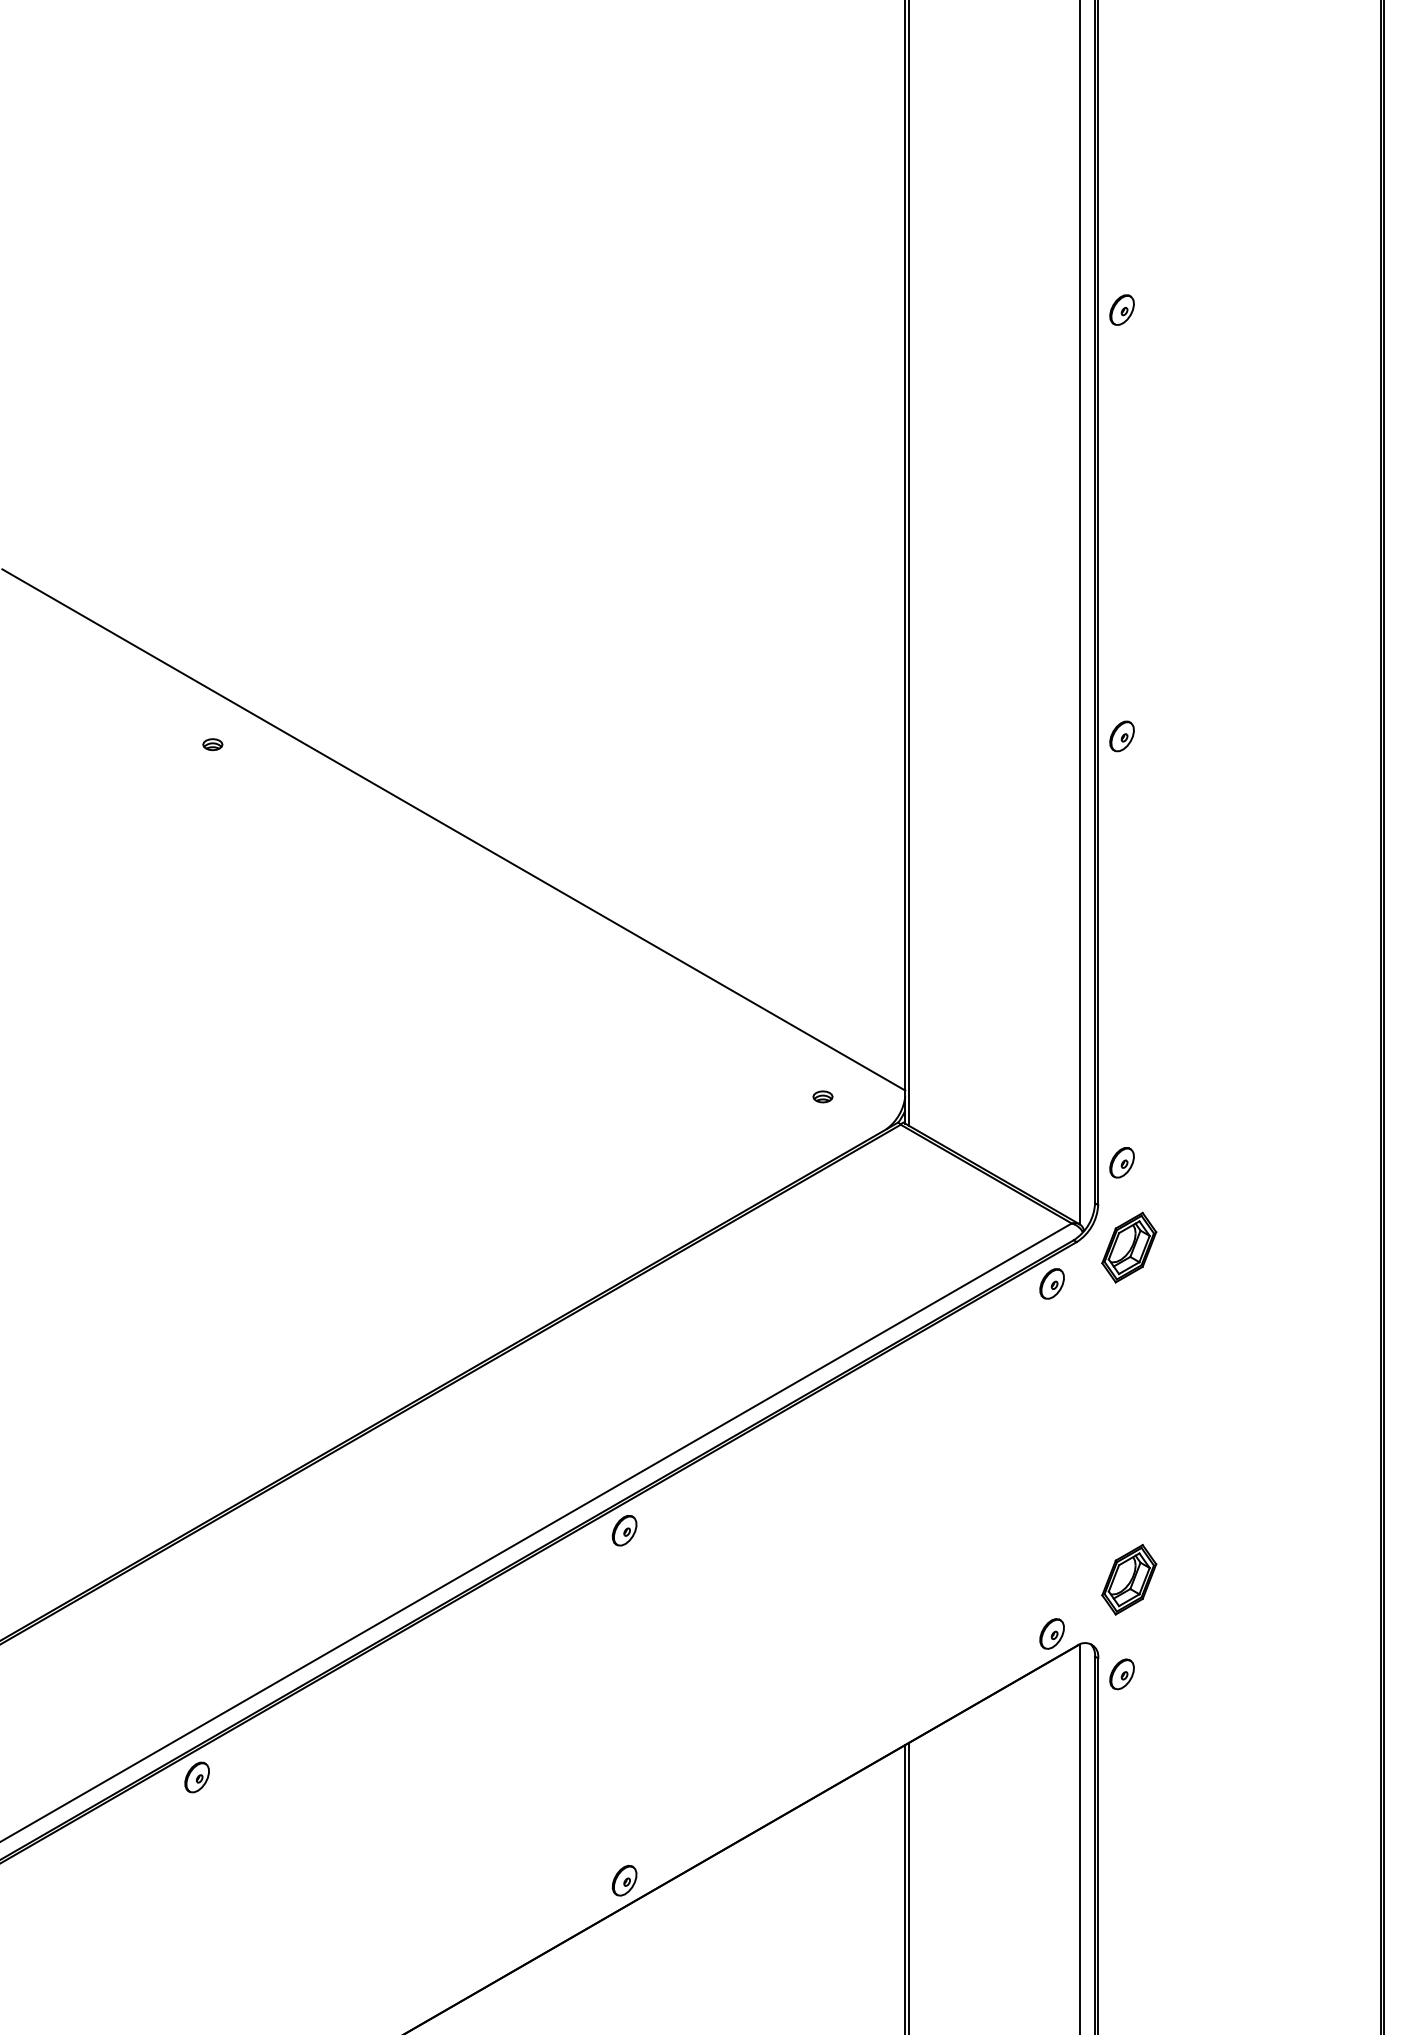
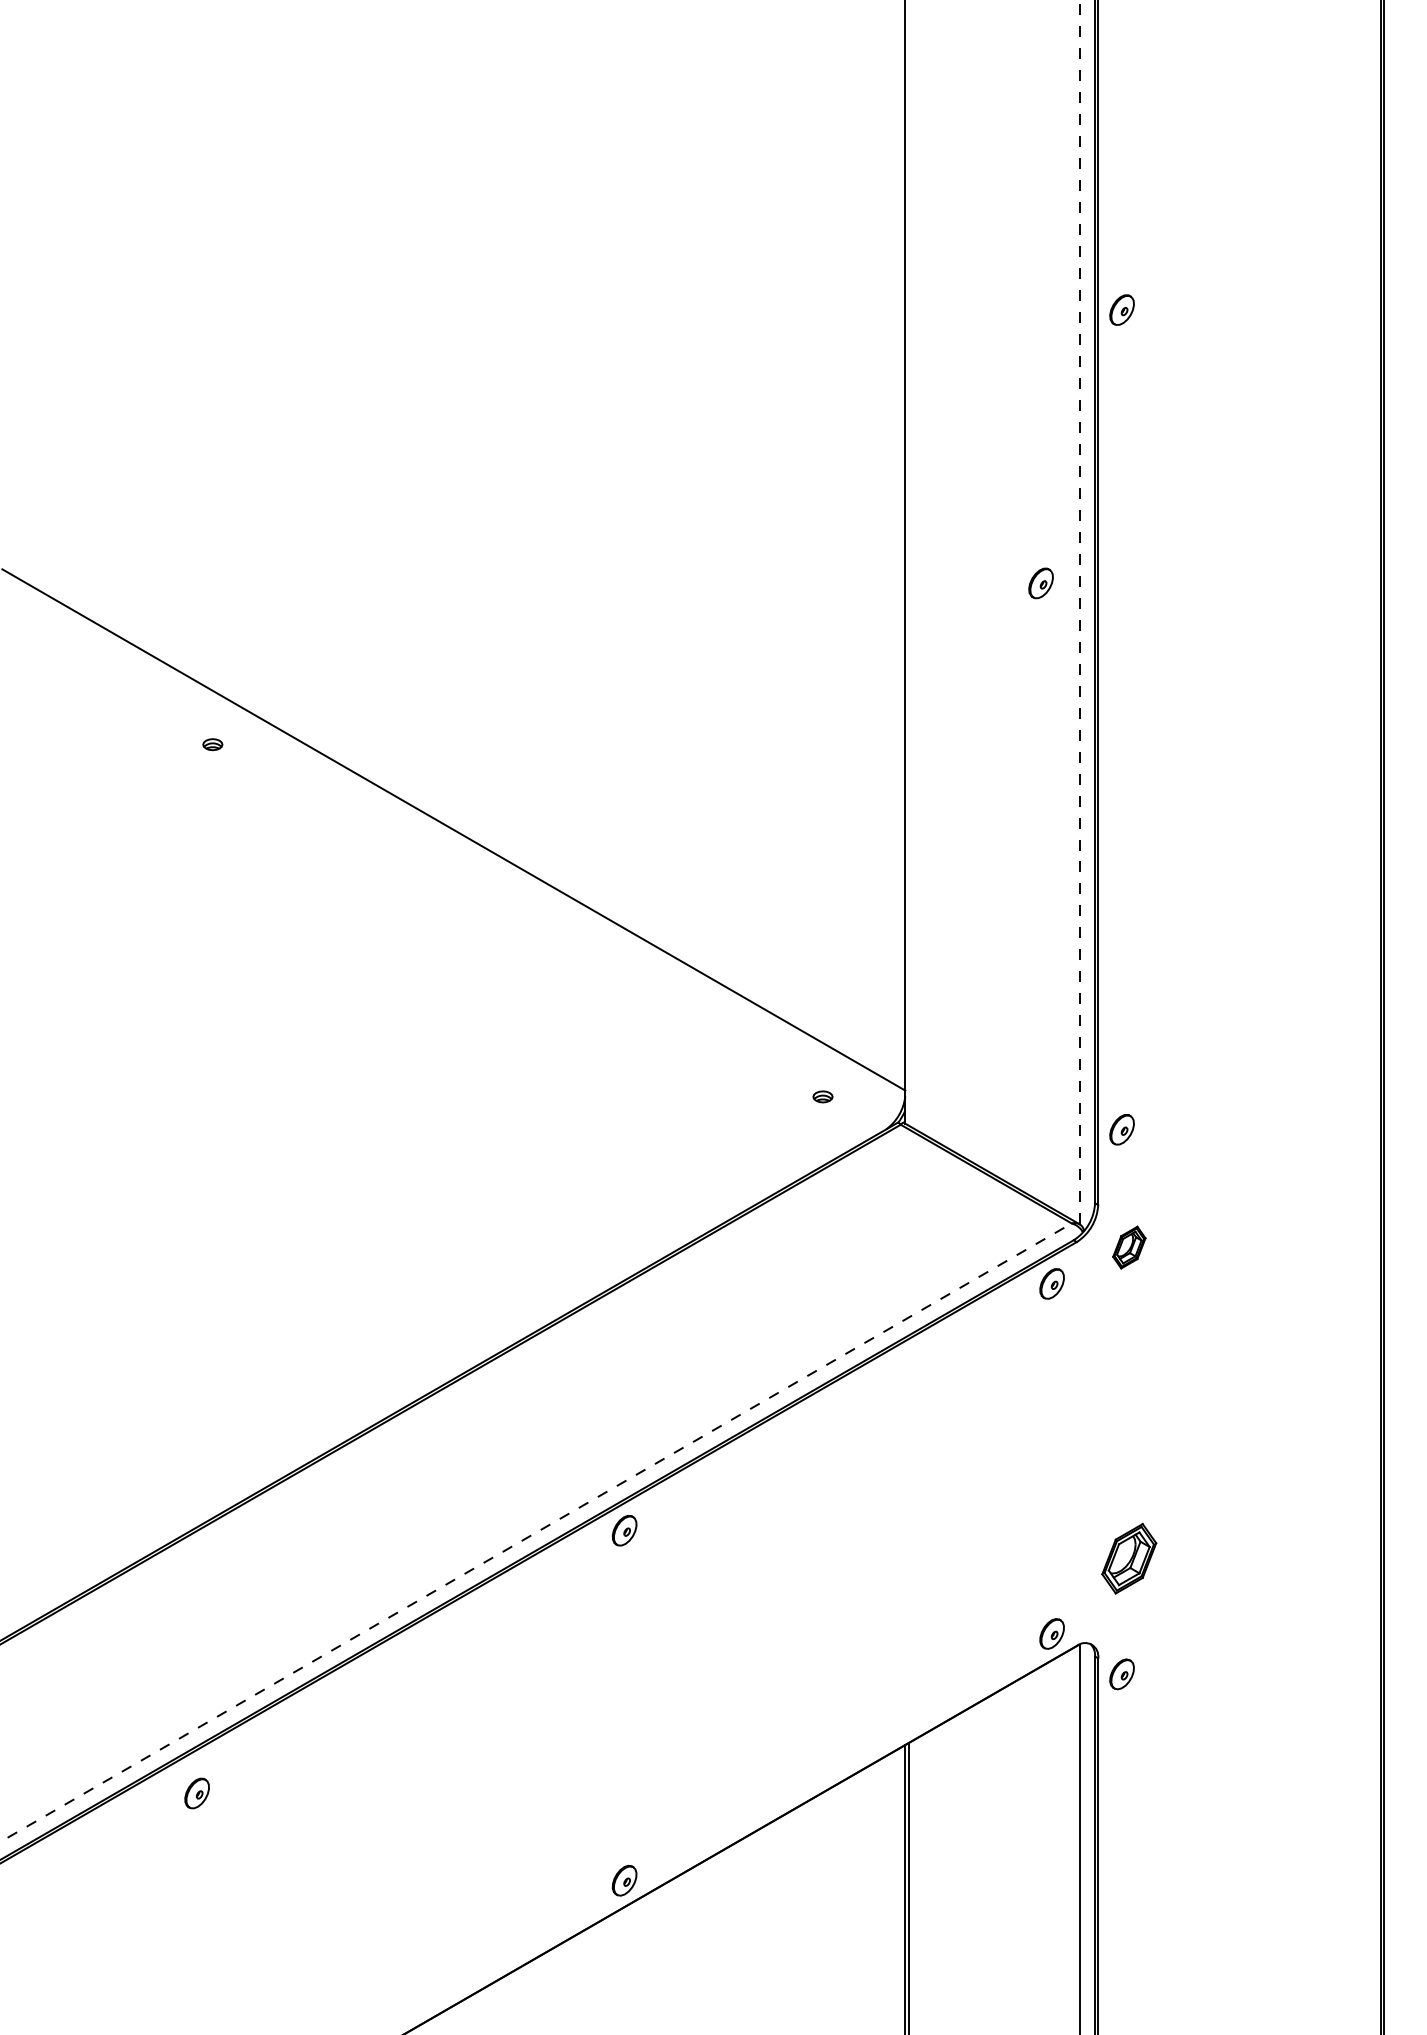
line at (908, 563): present -> none
line at (1079, 612): solid -> dashed
part at (1121, 736) position: (1121, 736) -> (1040, 583)
part at (1121, 1162) position: (1121, 1162) -> (1121, 1129)
part at (1129, 1247) size: 57x73 px -> 35x45 px
line at (536, 1532): solid -> dashed
part at (1129, 1579) position: (1129, 1579) -> (1129, 1558)
part at (196, 1777) position: (196, 1777) -> (196, 1793)
